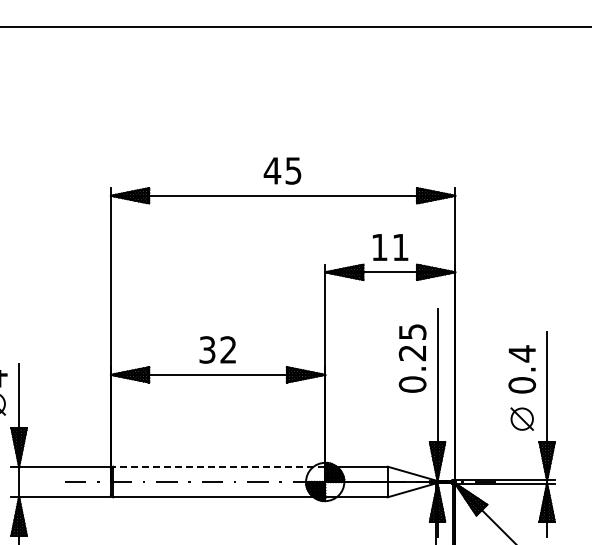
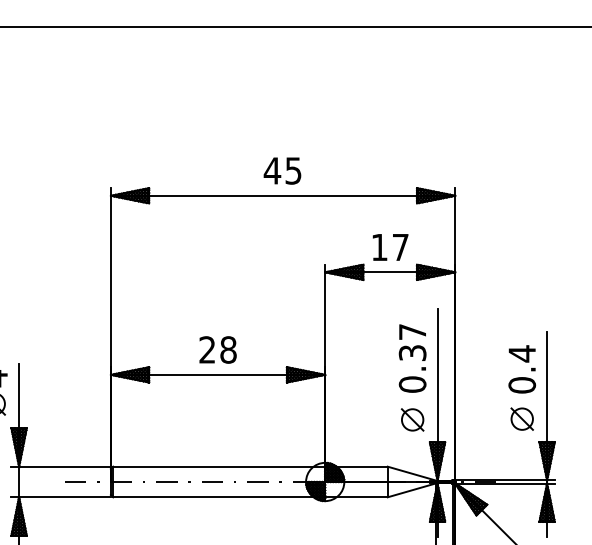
text at (400, 247): 11 -> 17
text at (412, 342): 0.25 -> 0.37
text at (217, 349): 32 -> 28
part at (412, 419): none -> present
line at (219, 466): dashed -> solid
